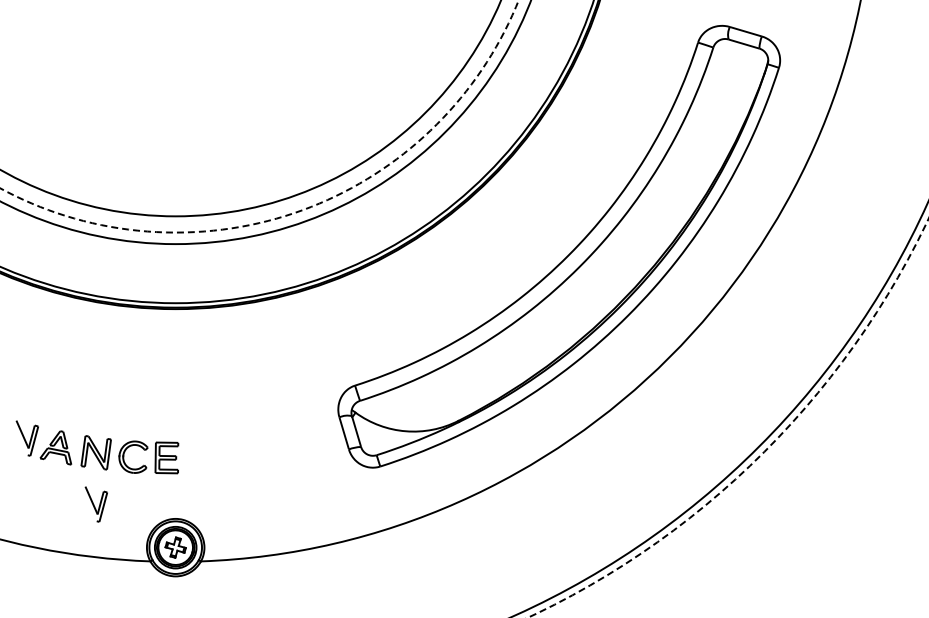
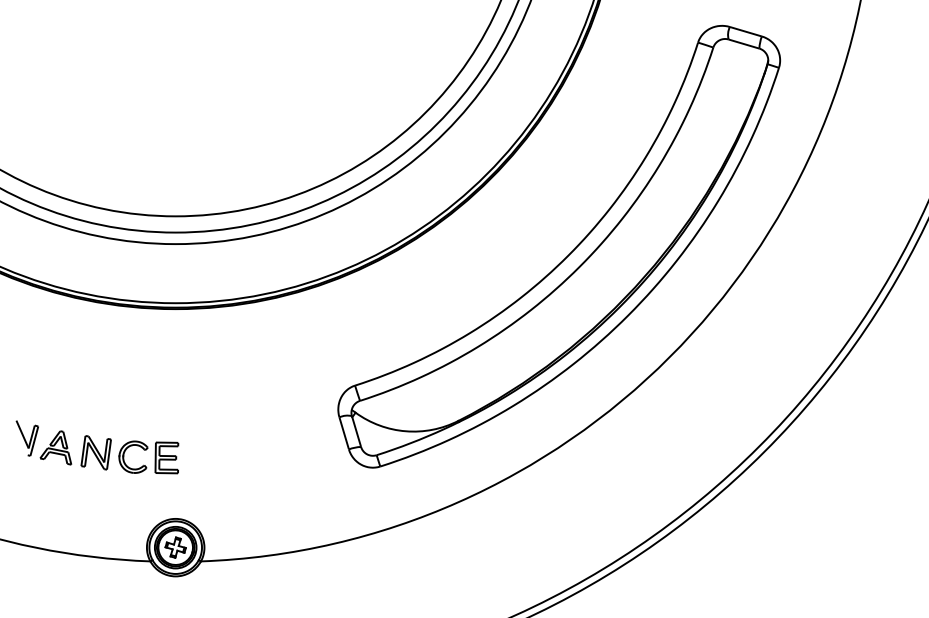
circle at (259, 116): dashed -> solid
circle at (727, 417): dashed -> solid
part at (95, 504): present -> none
